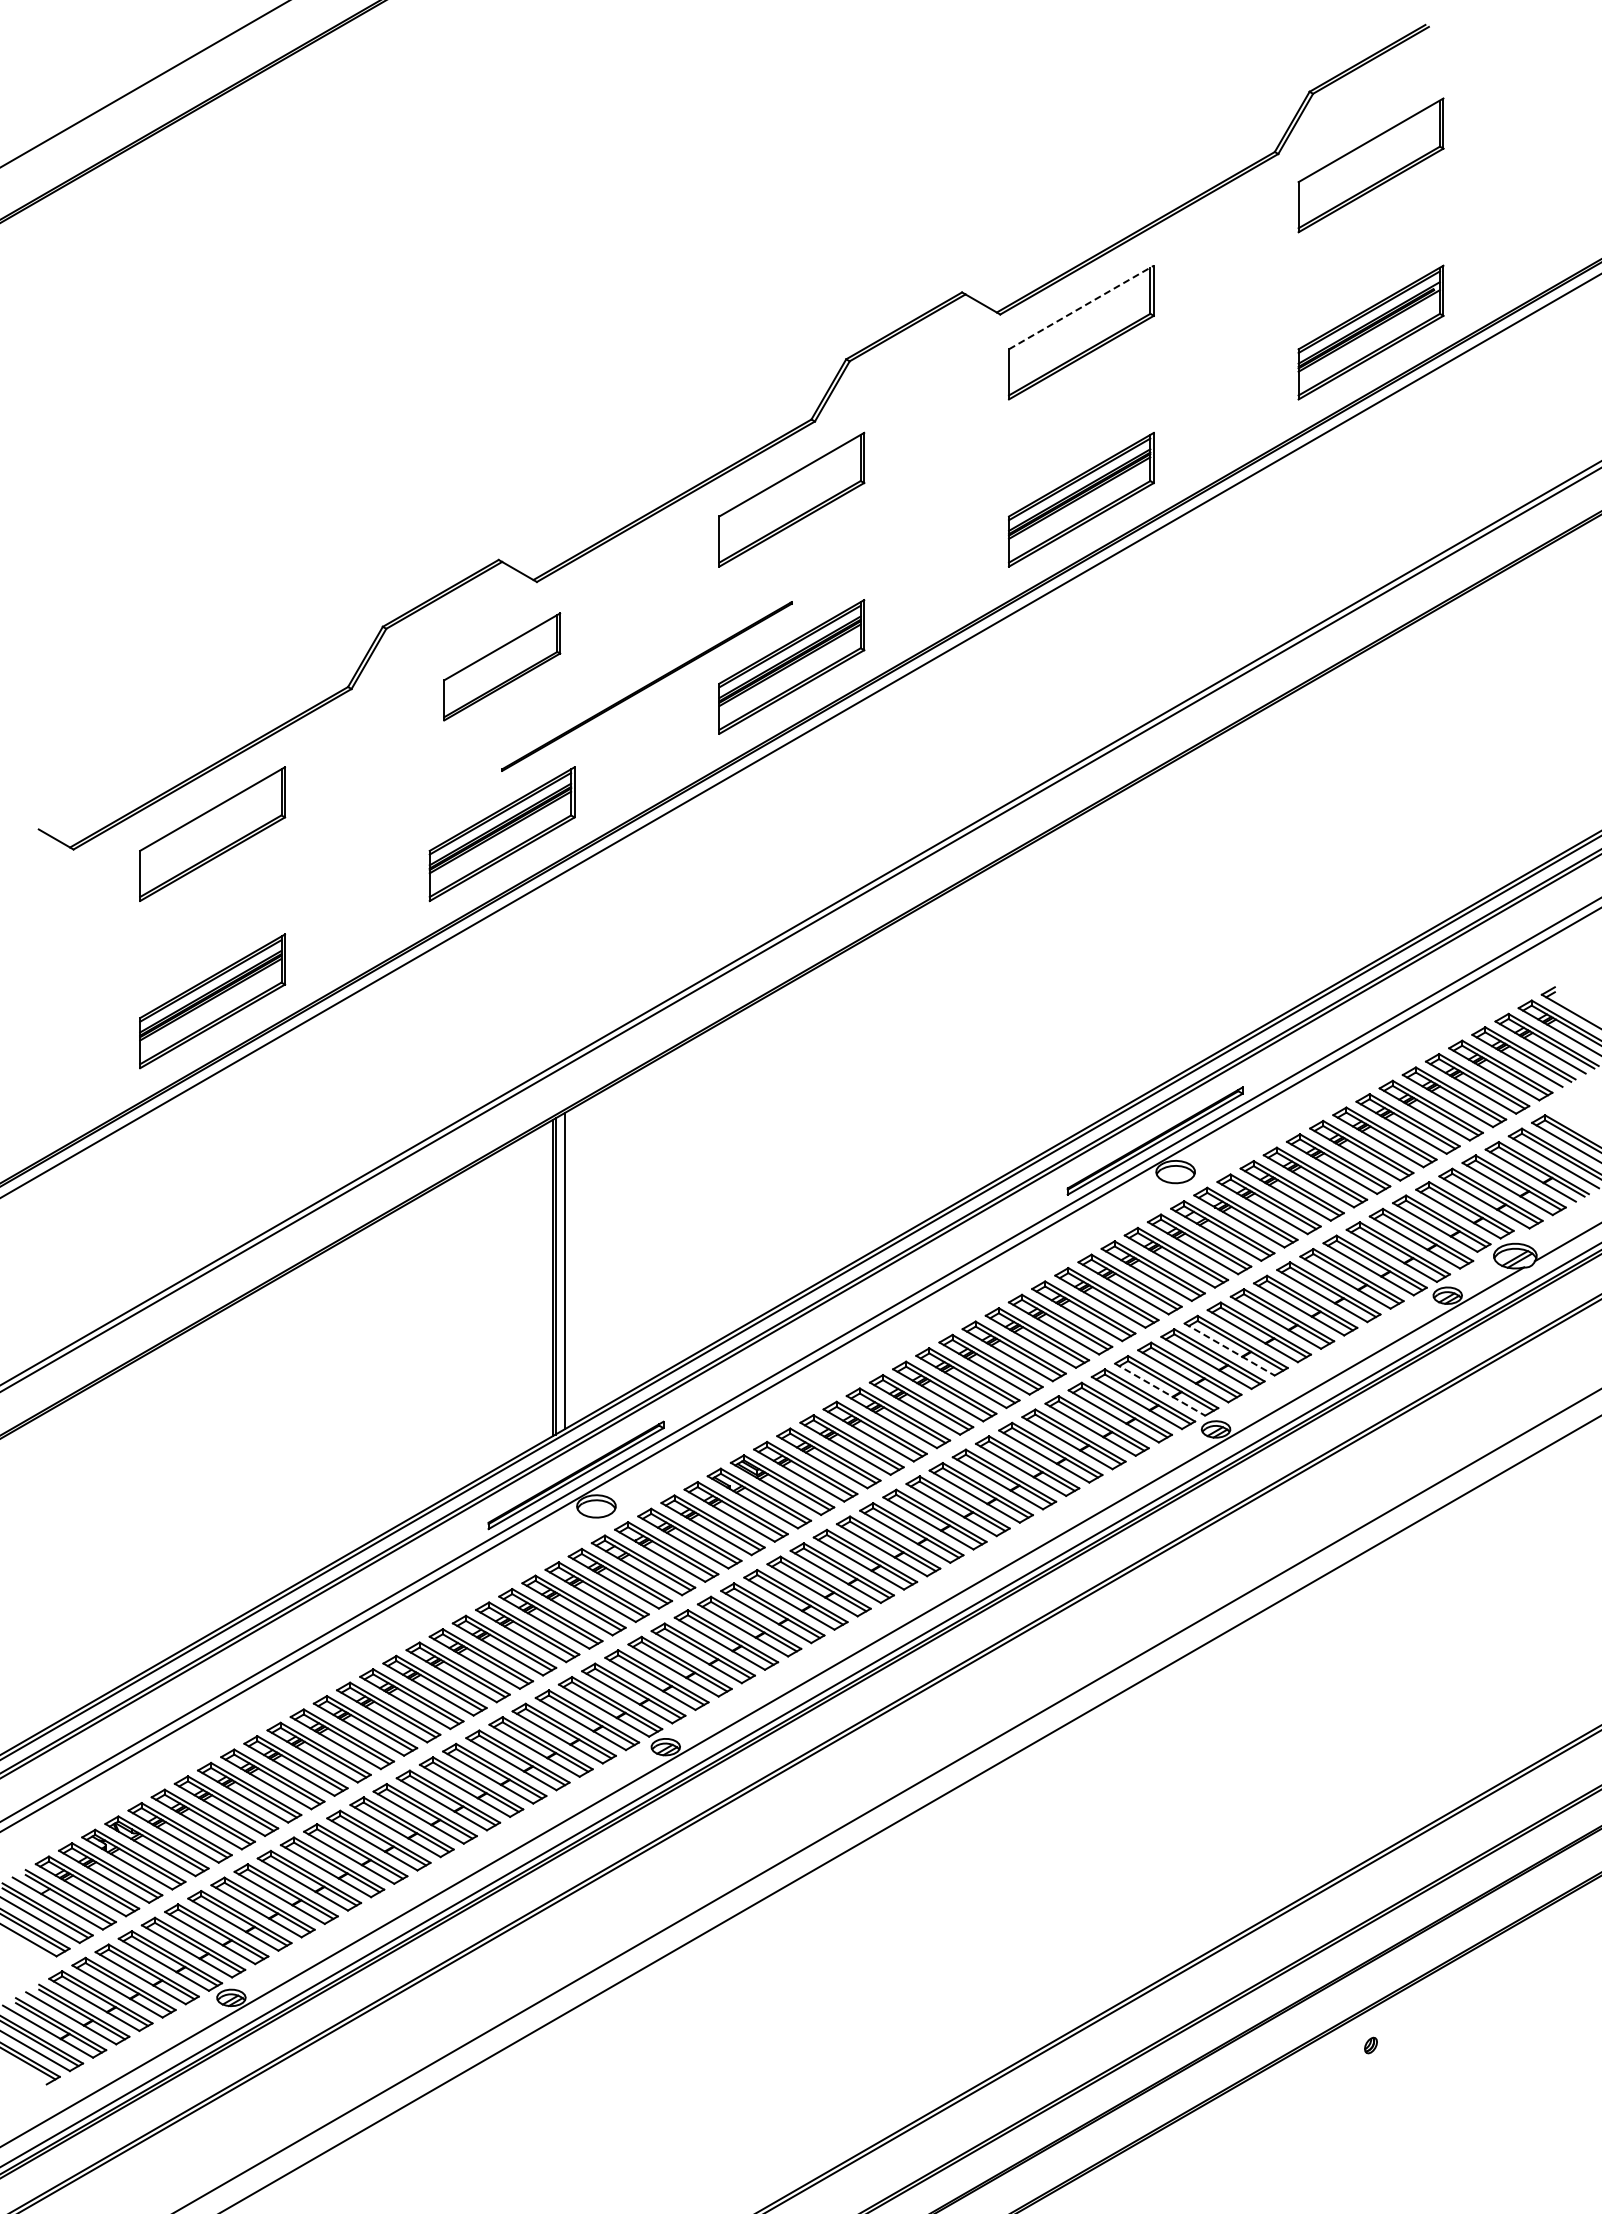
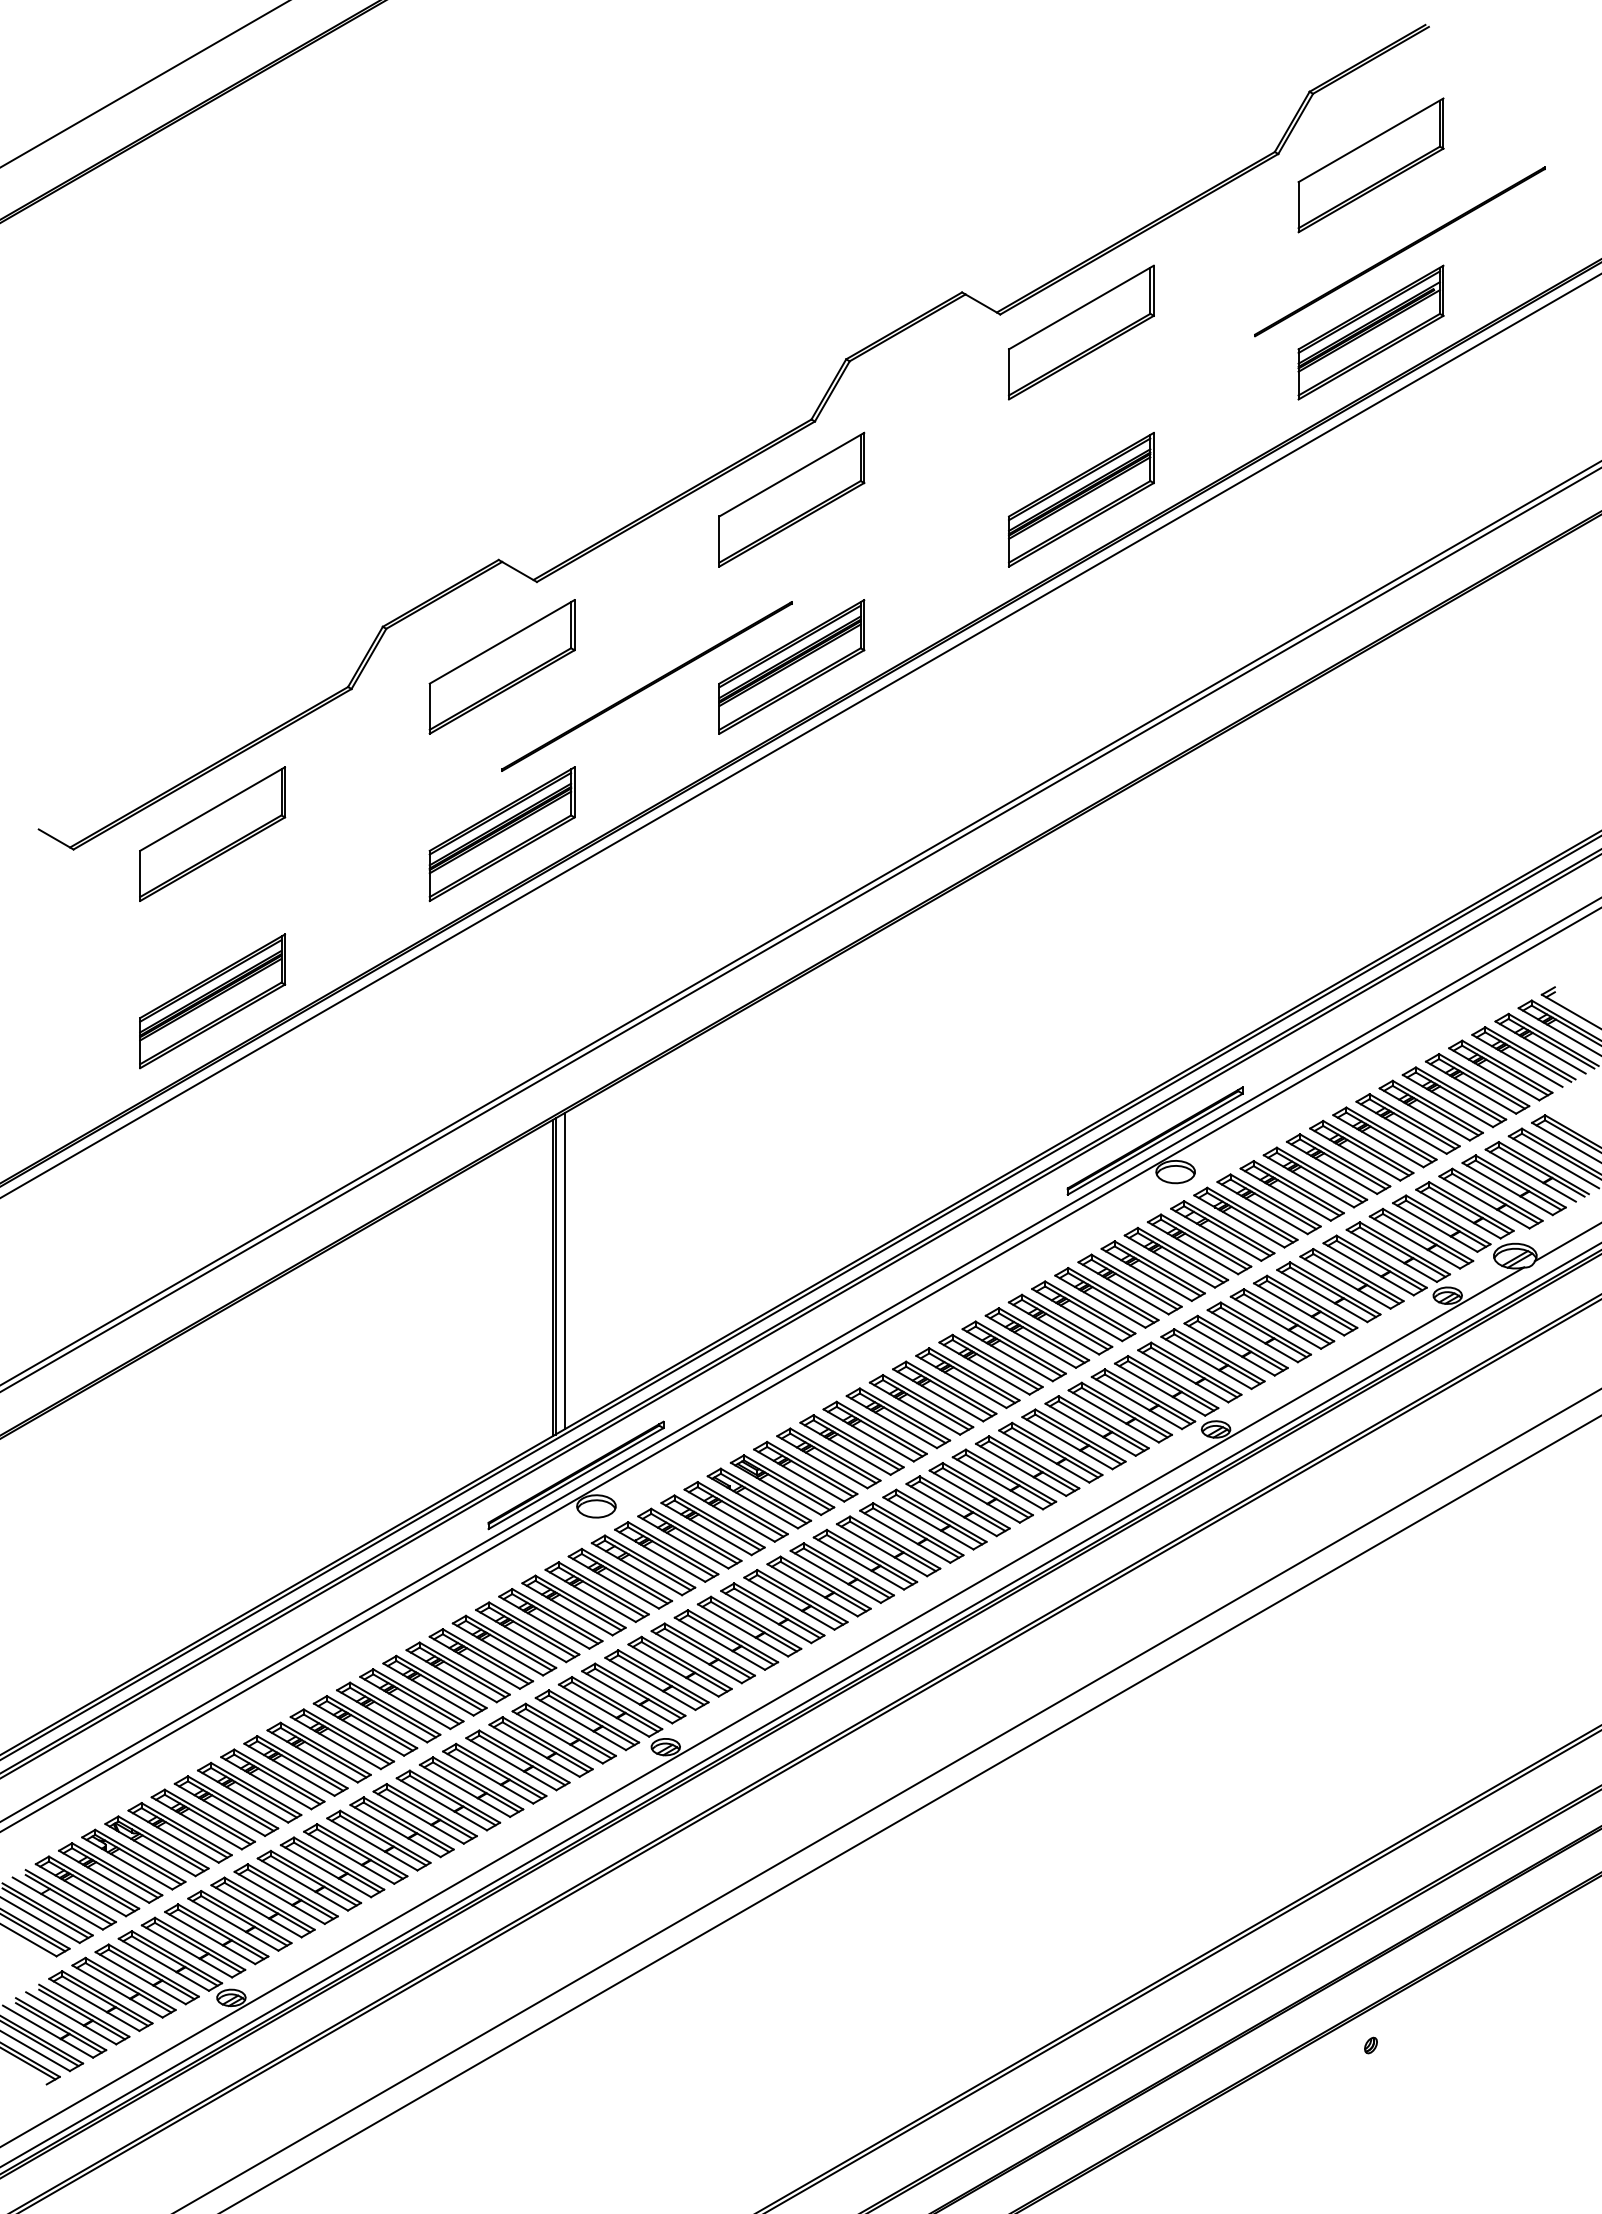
line at (1399, 251): none -> present
line at (1081, 307): dashed -> solid
part at (502, 666) size: 119x110 px -> 148x136 px
line at (1230, 1349): dashed -> solid
line at (1160, 1389): dashed -> solid
